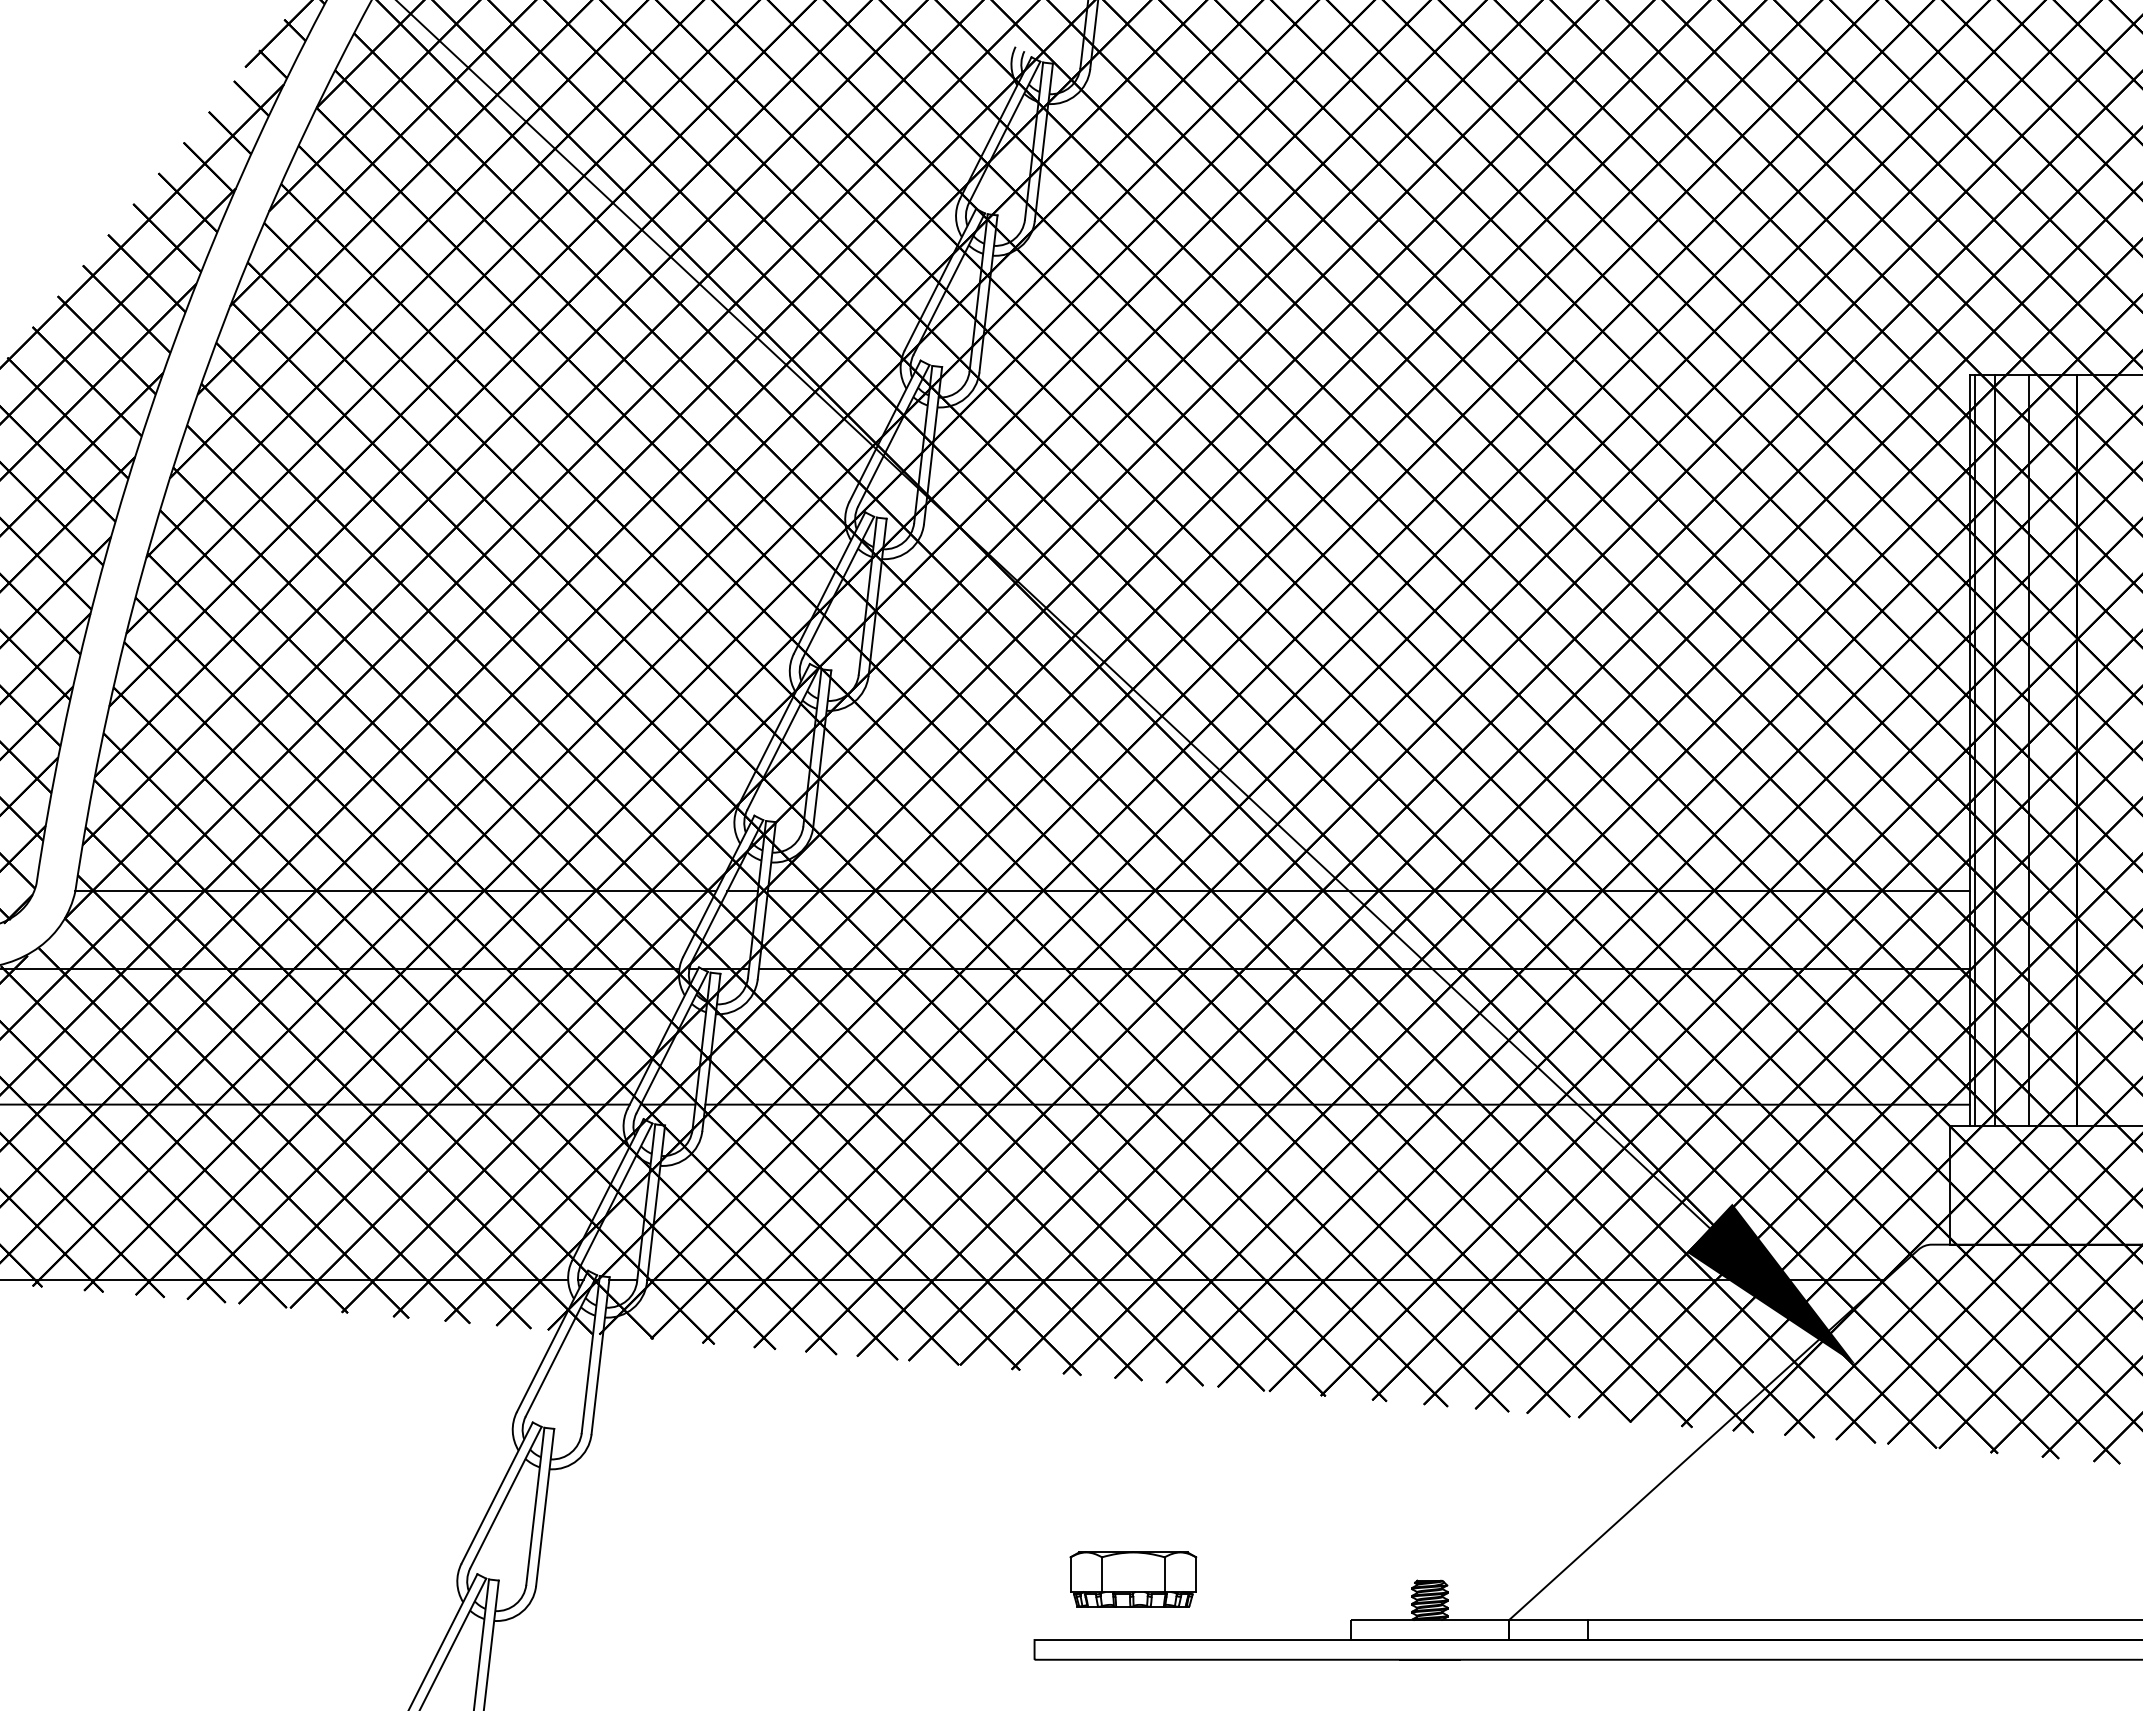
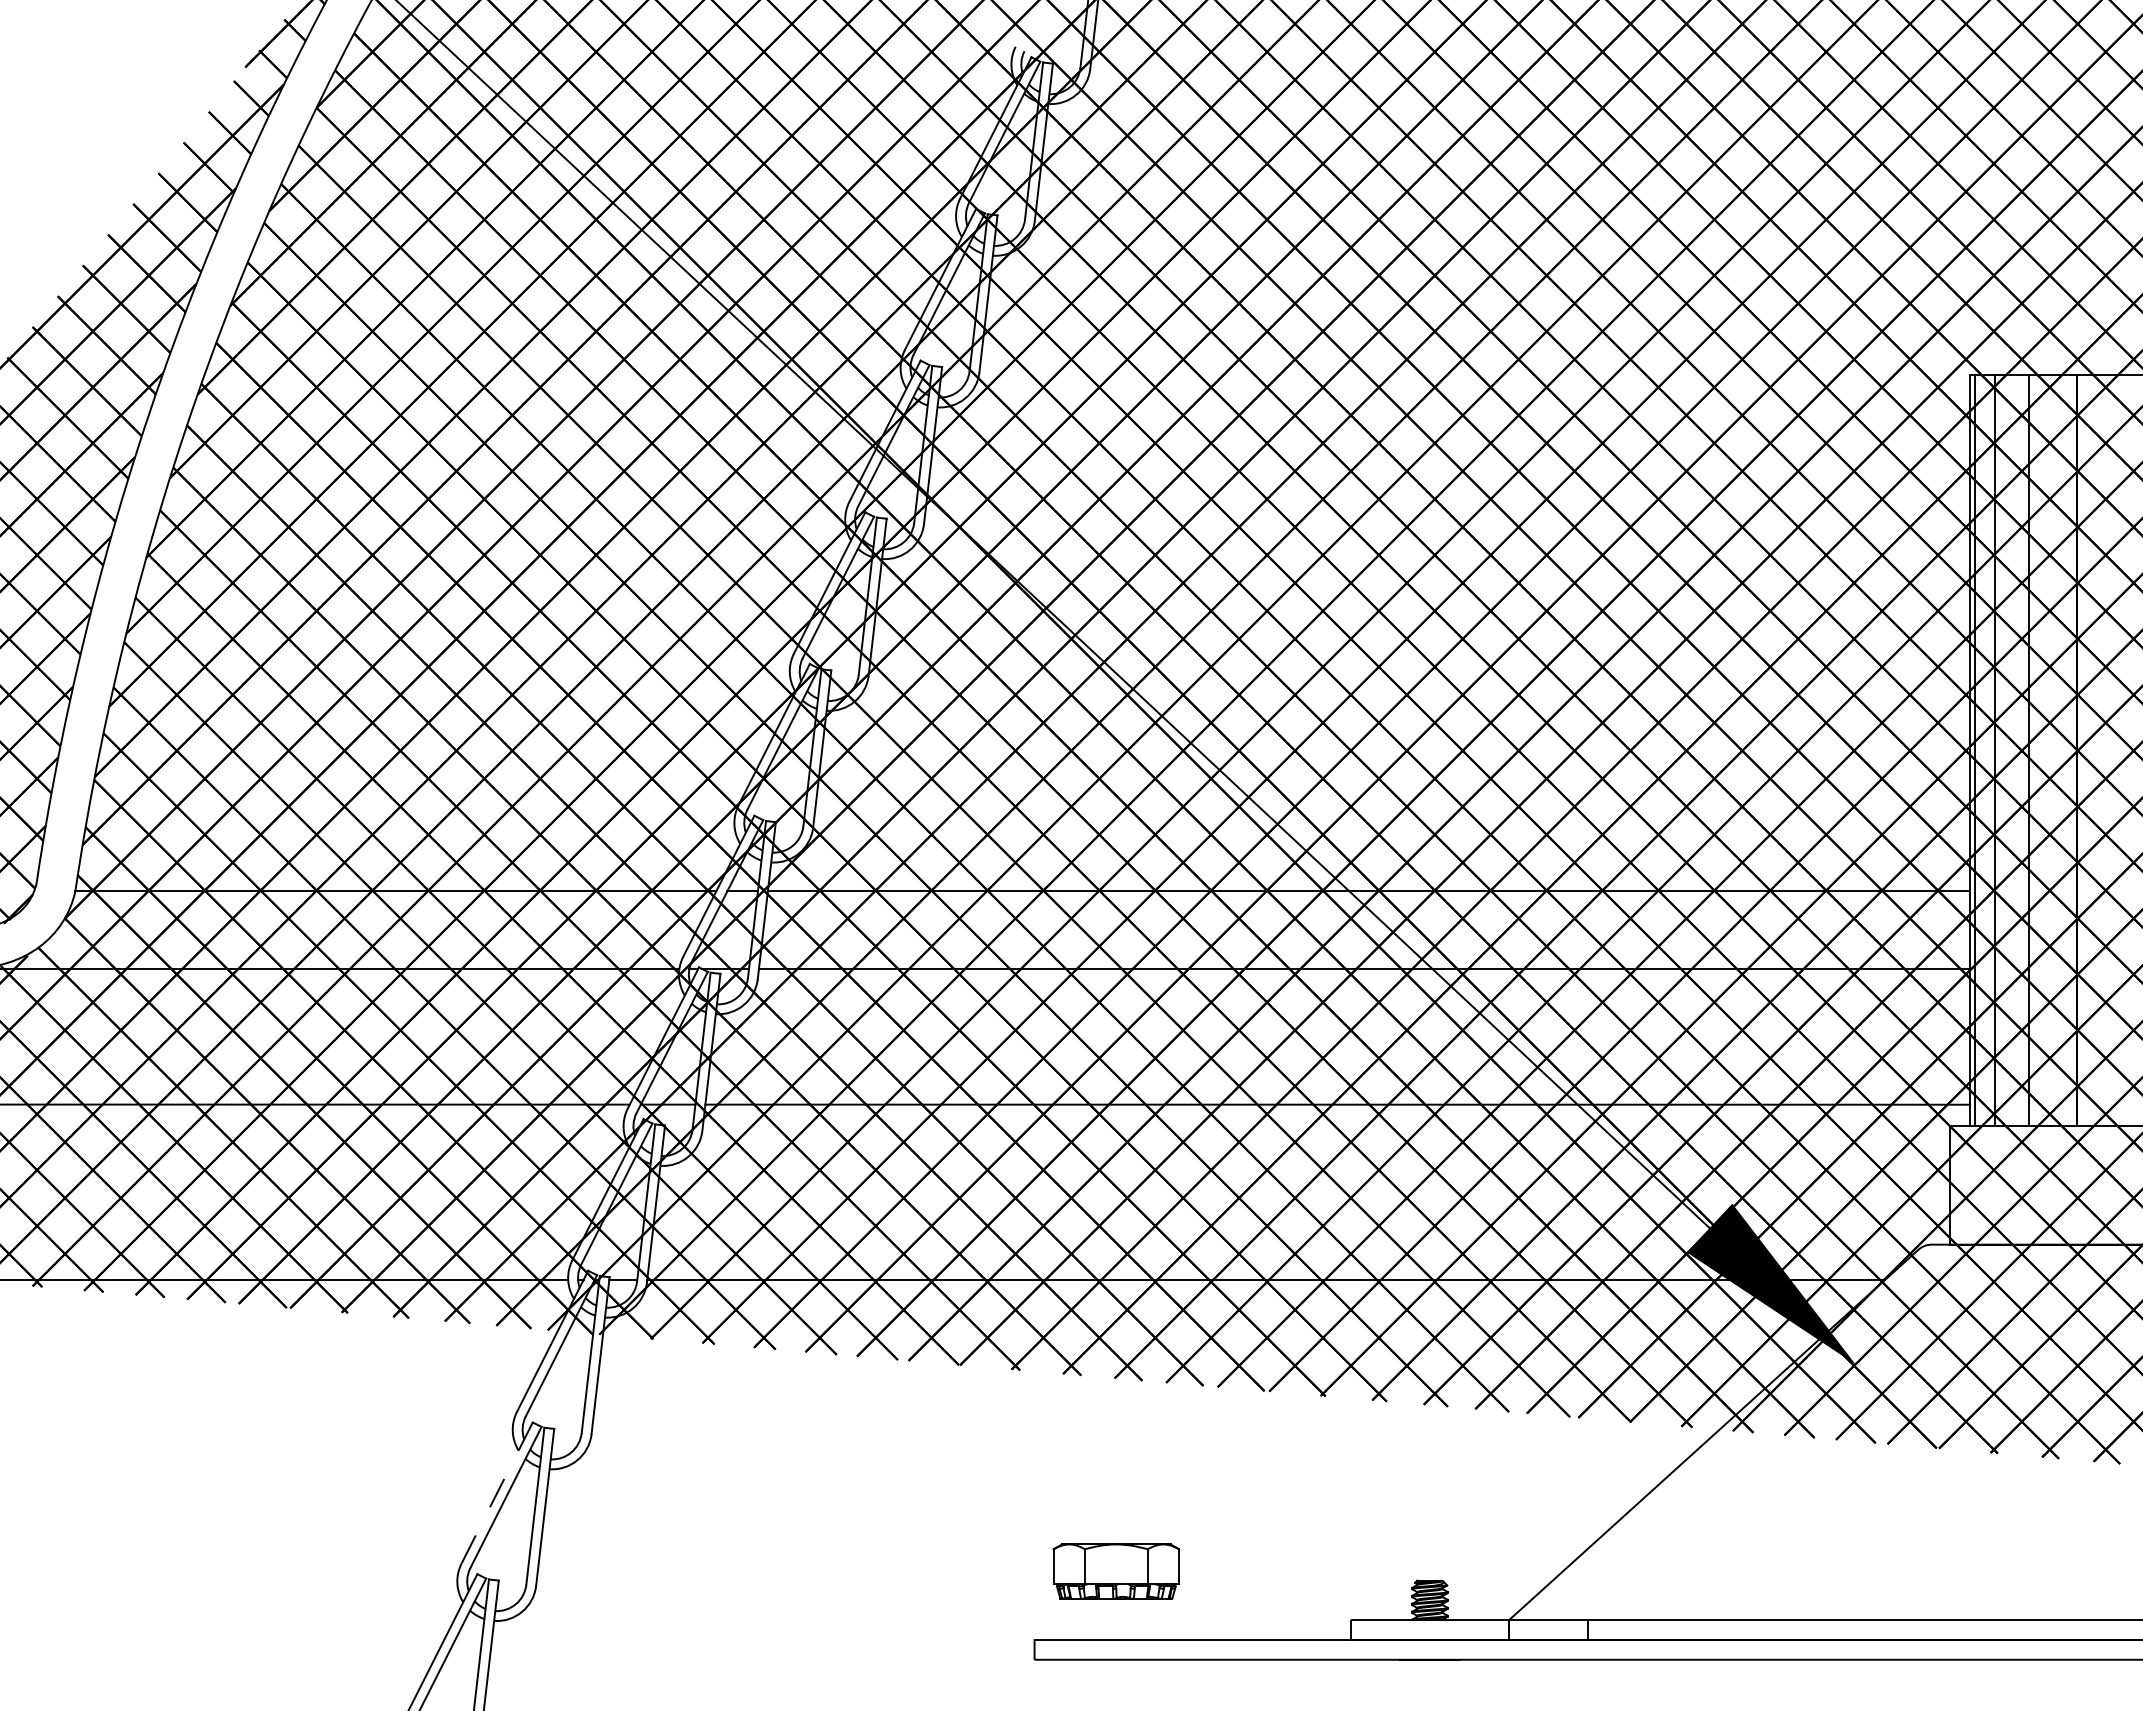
line at (496, 1493): solid -> dashed
part at (1133, 1579) position: (1133, 1579) -> (1116, 1571)
